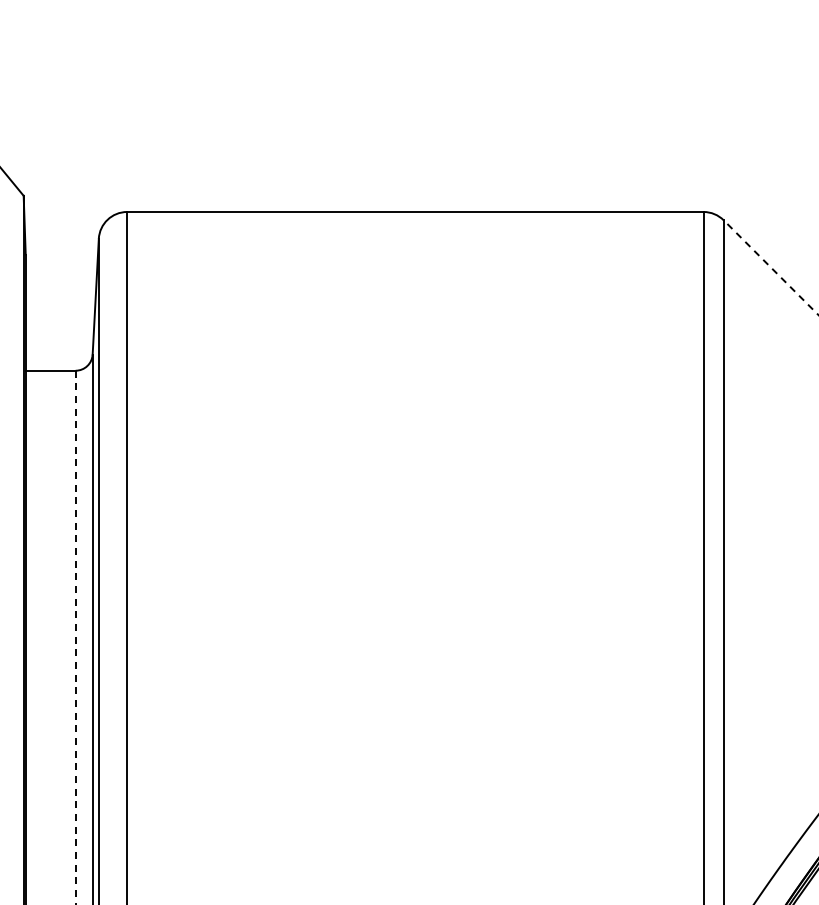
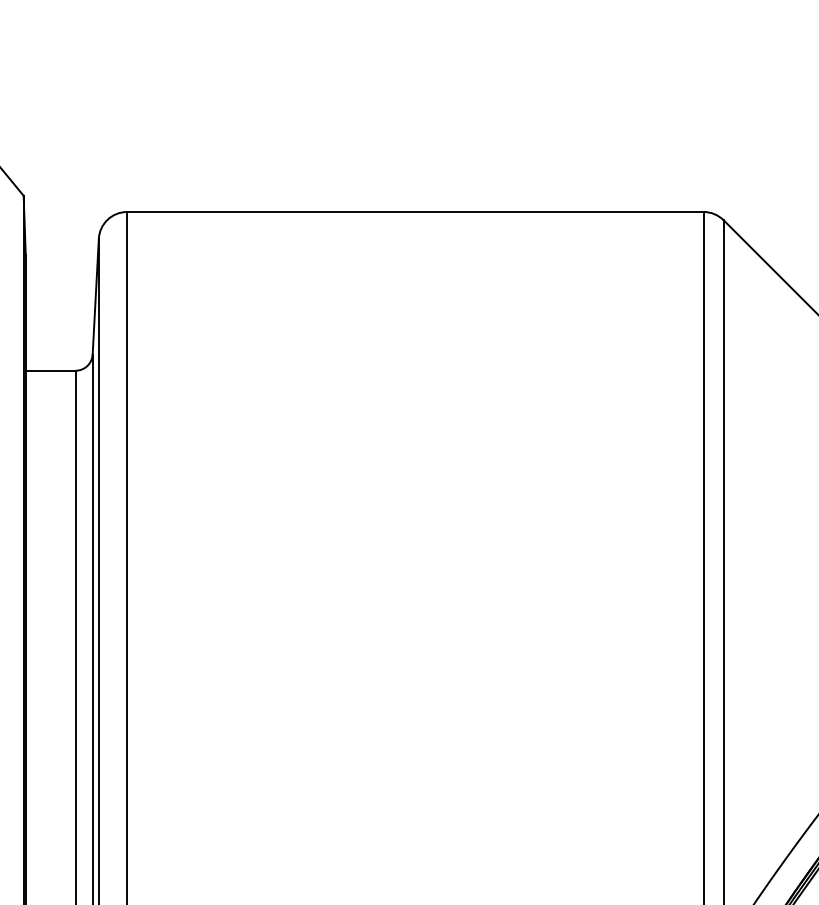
line at (771, 267): dashed -> solid
line at (75, 637): dashed -> solid
